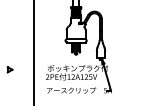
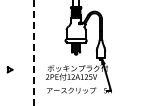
line at (34, 53): solid -> dashed
